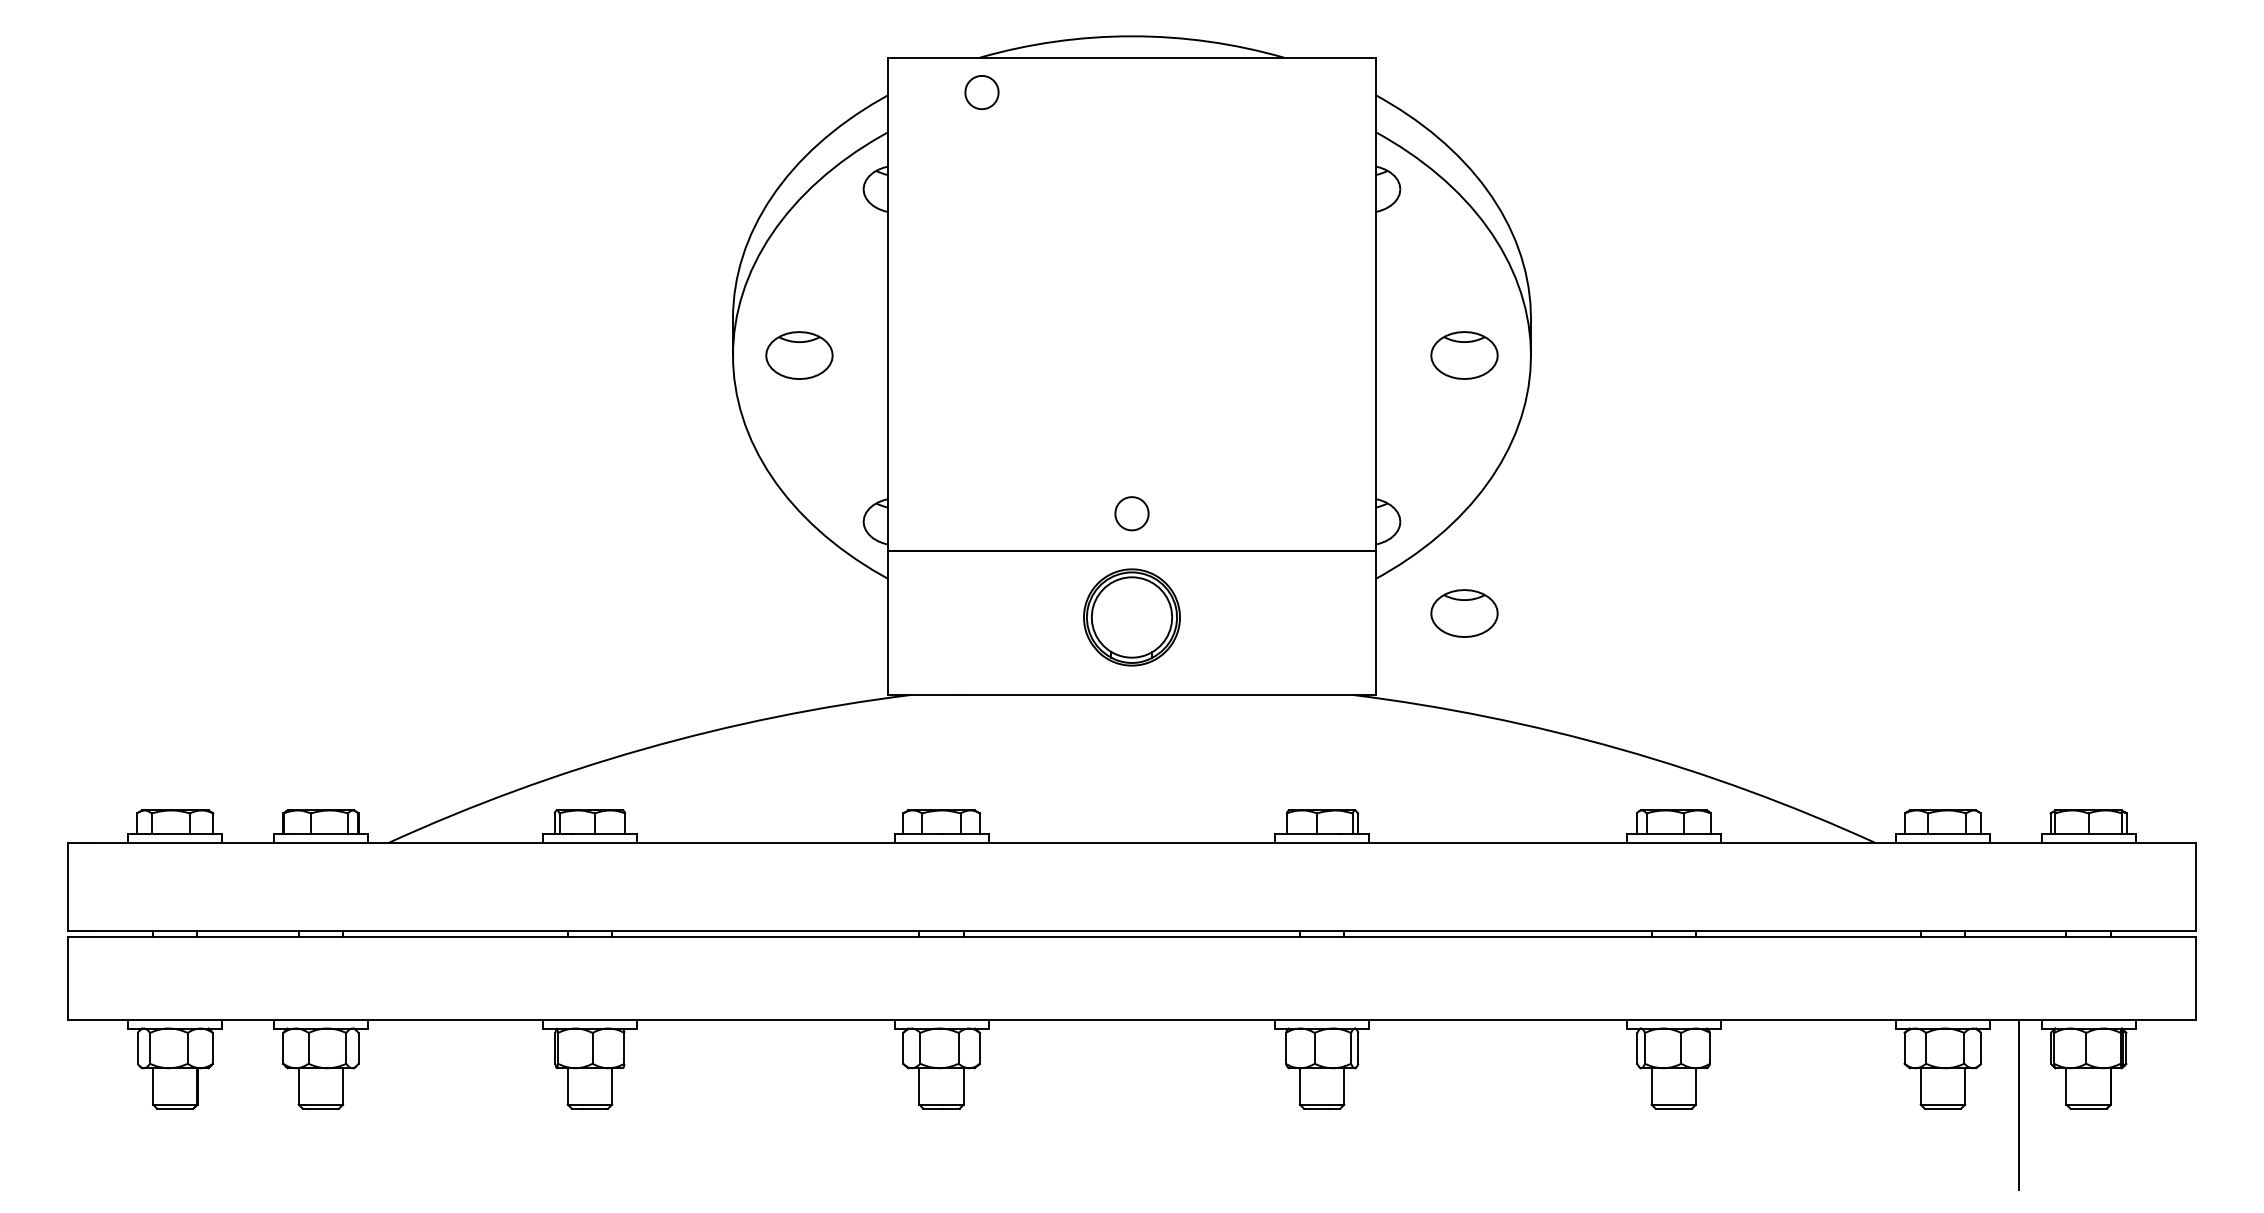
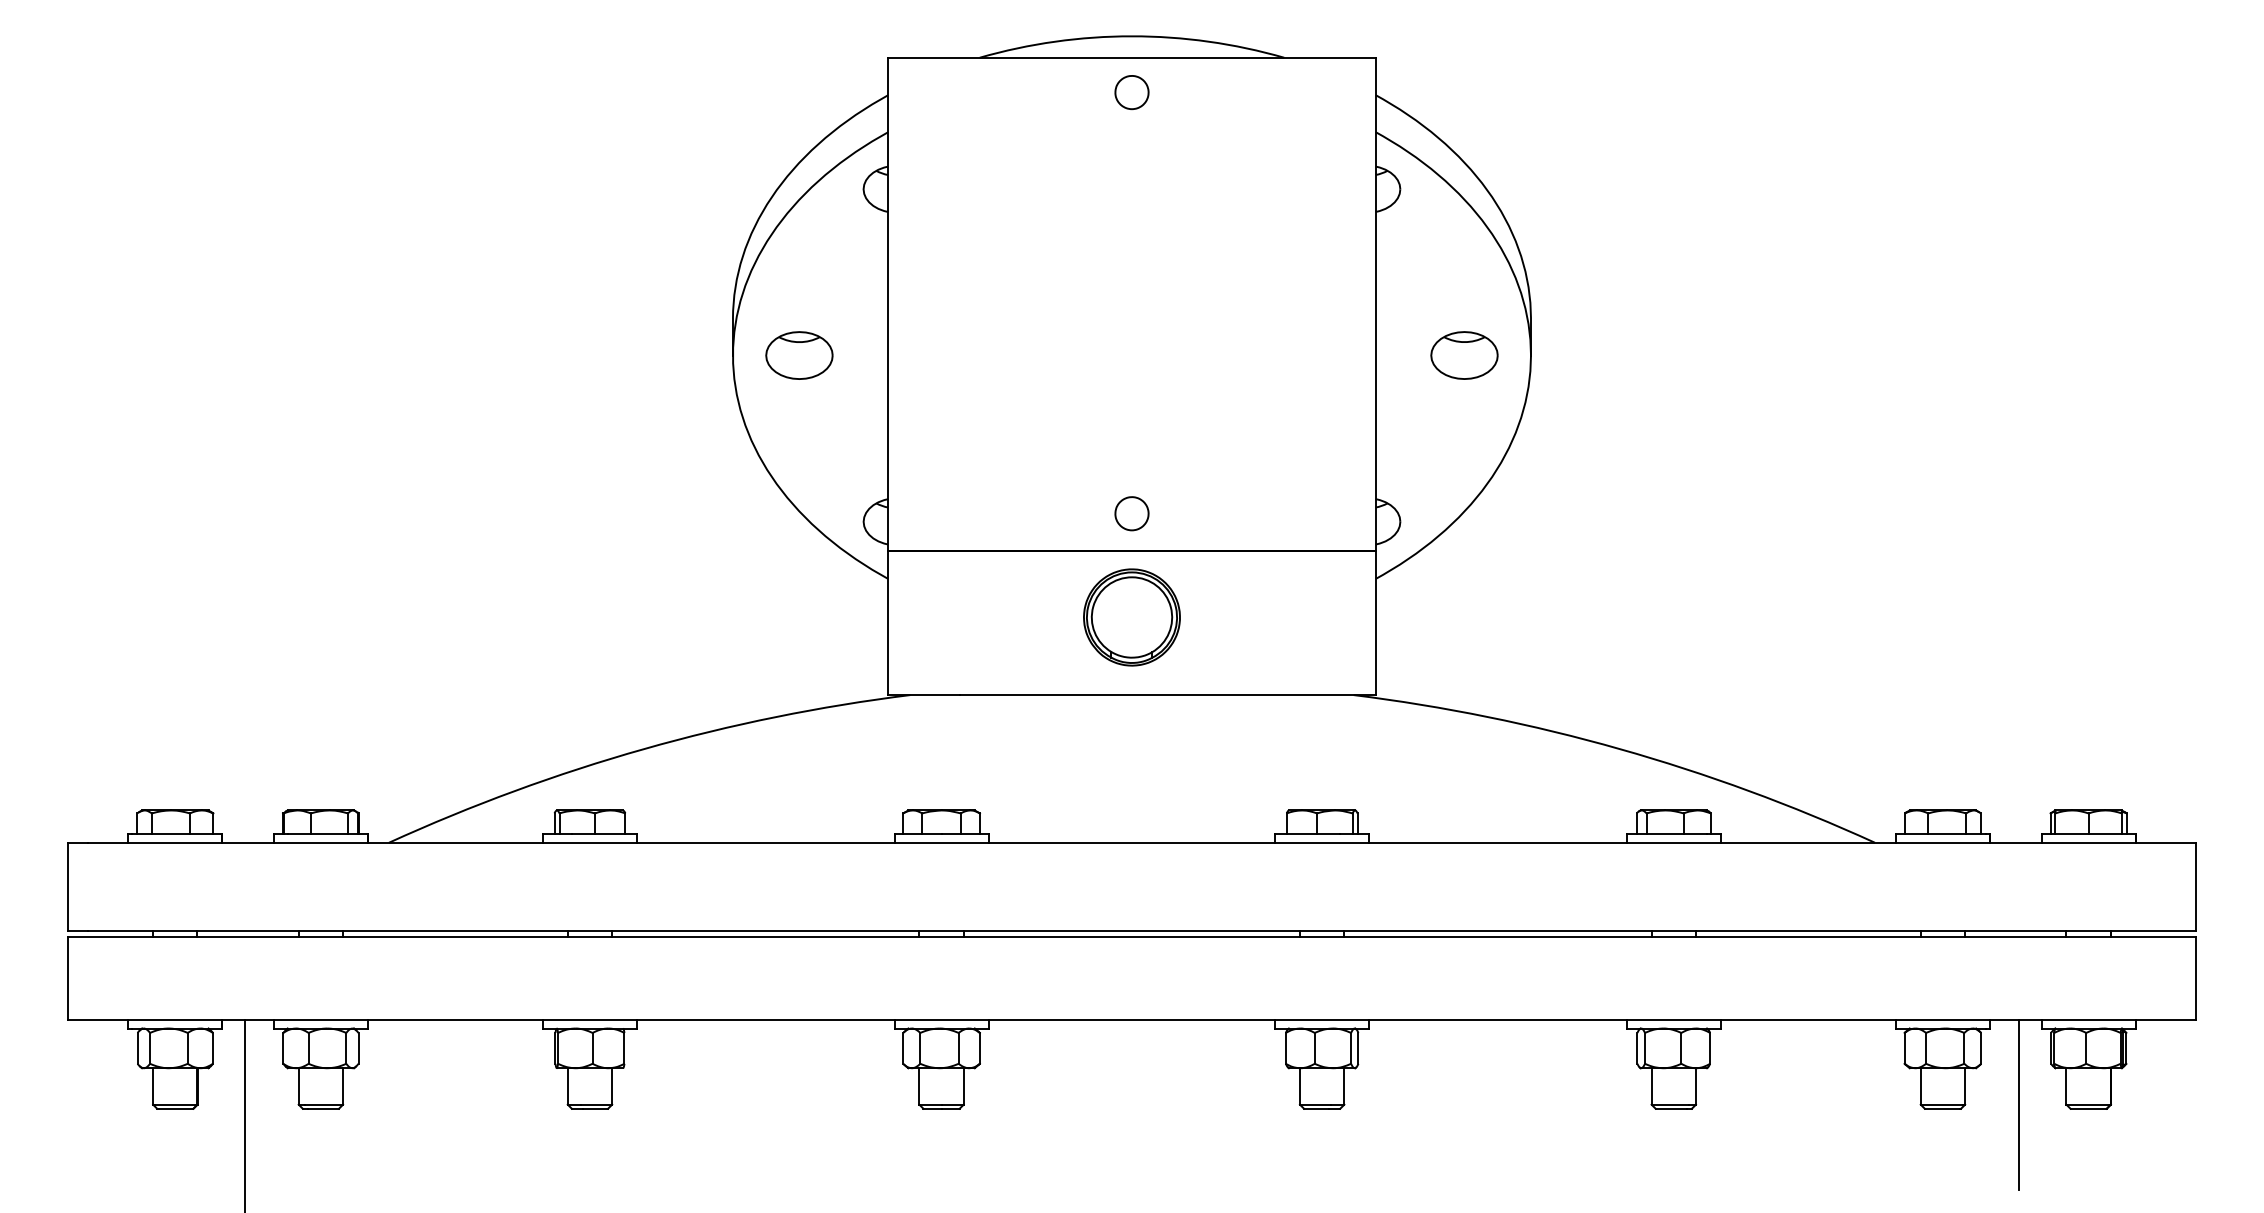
part at (981, 92) position: (981, 92) -> (1131, 92)
part at (1464, 613): present -> none
line at (245, 1114): none -> present
